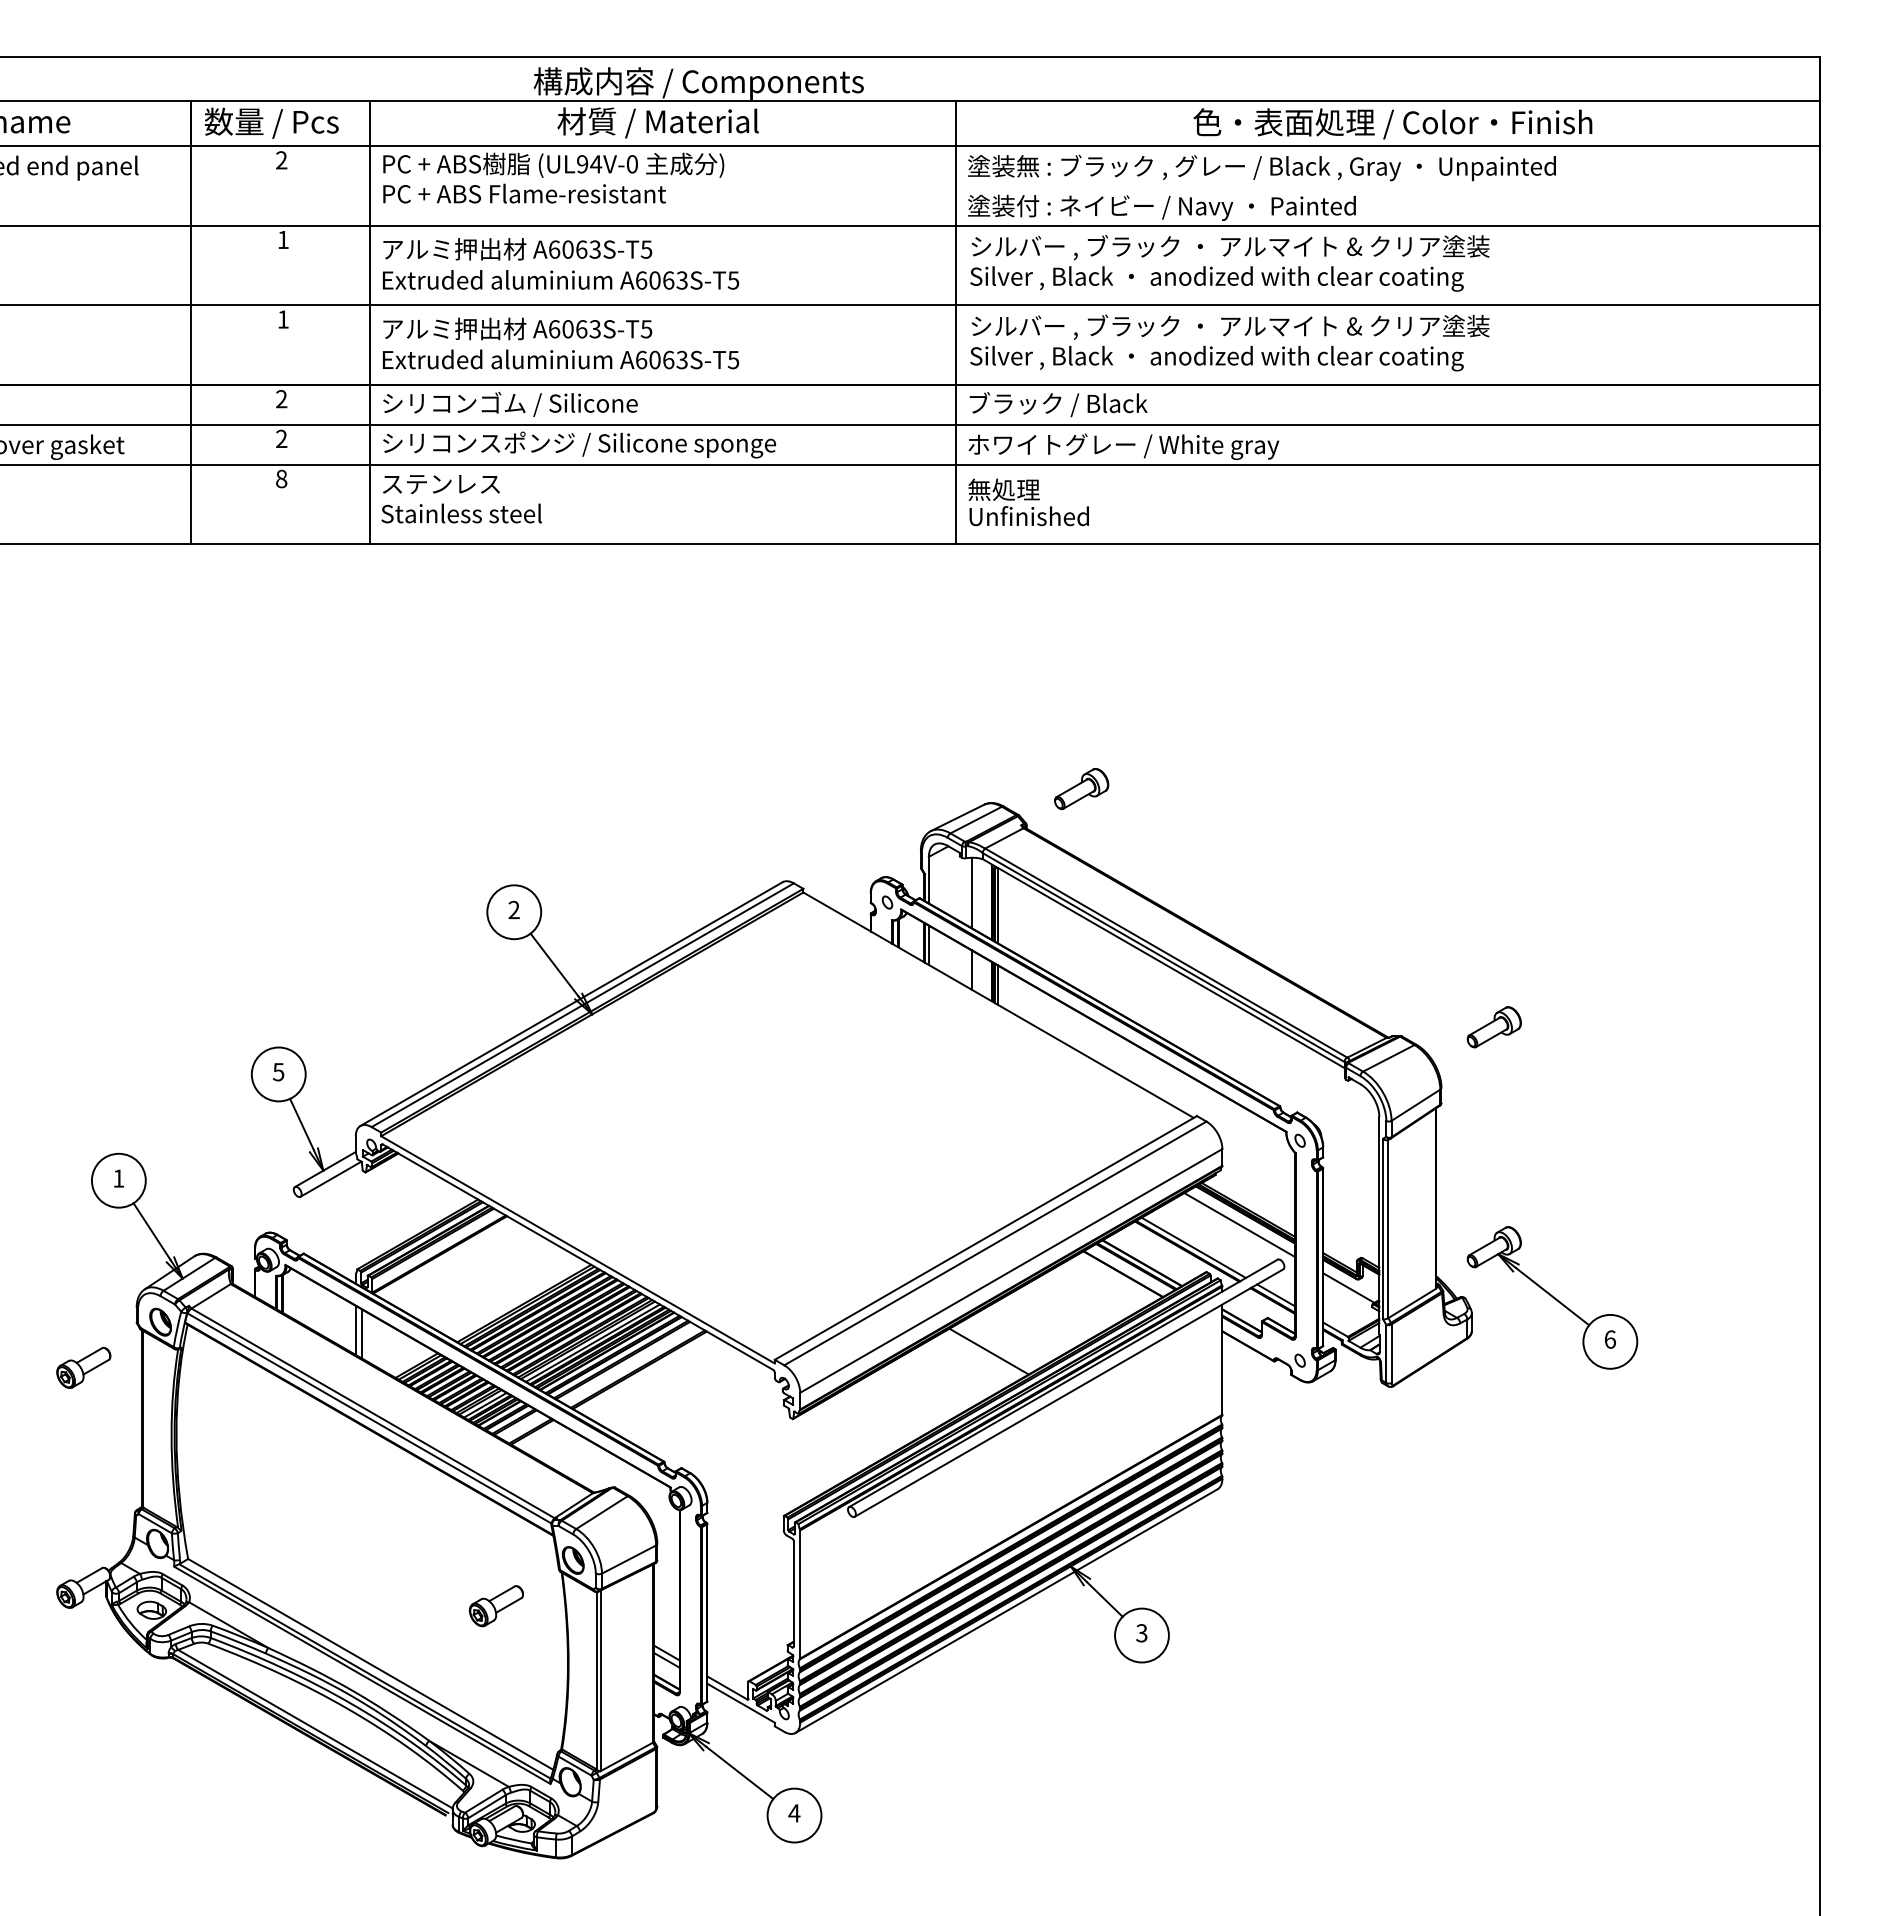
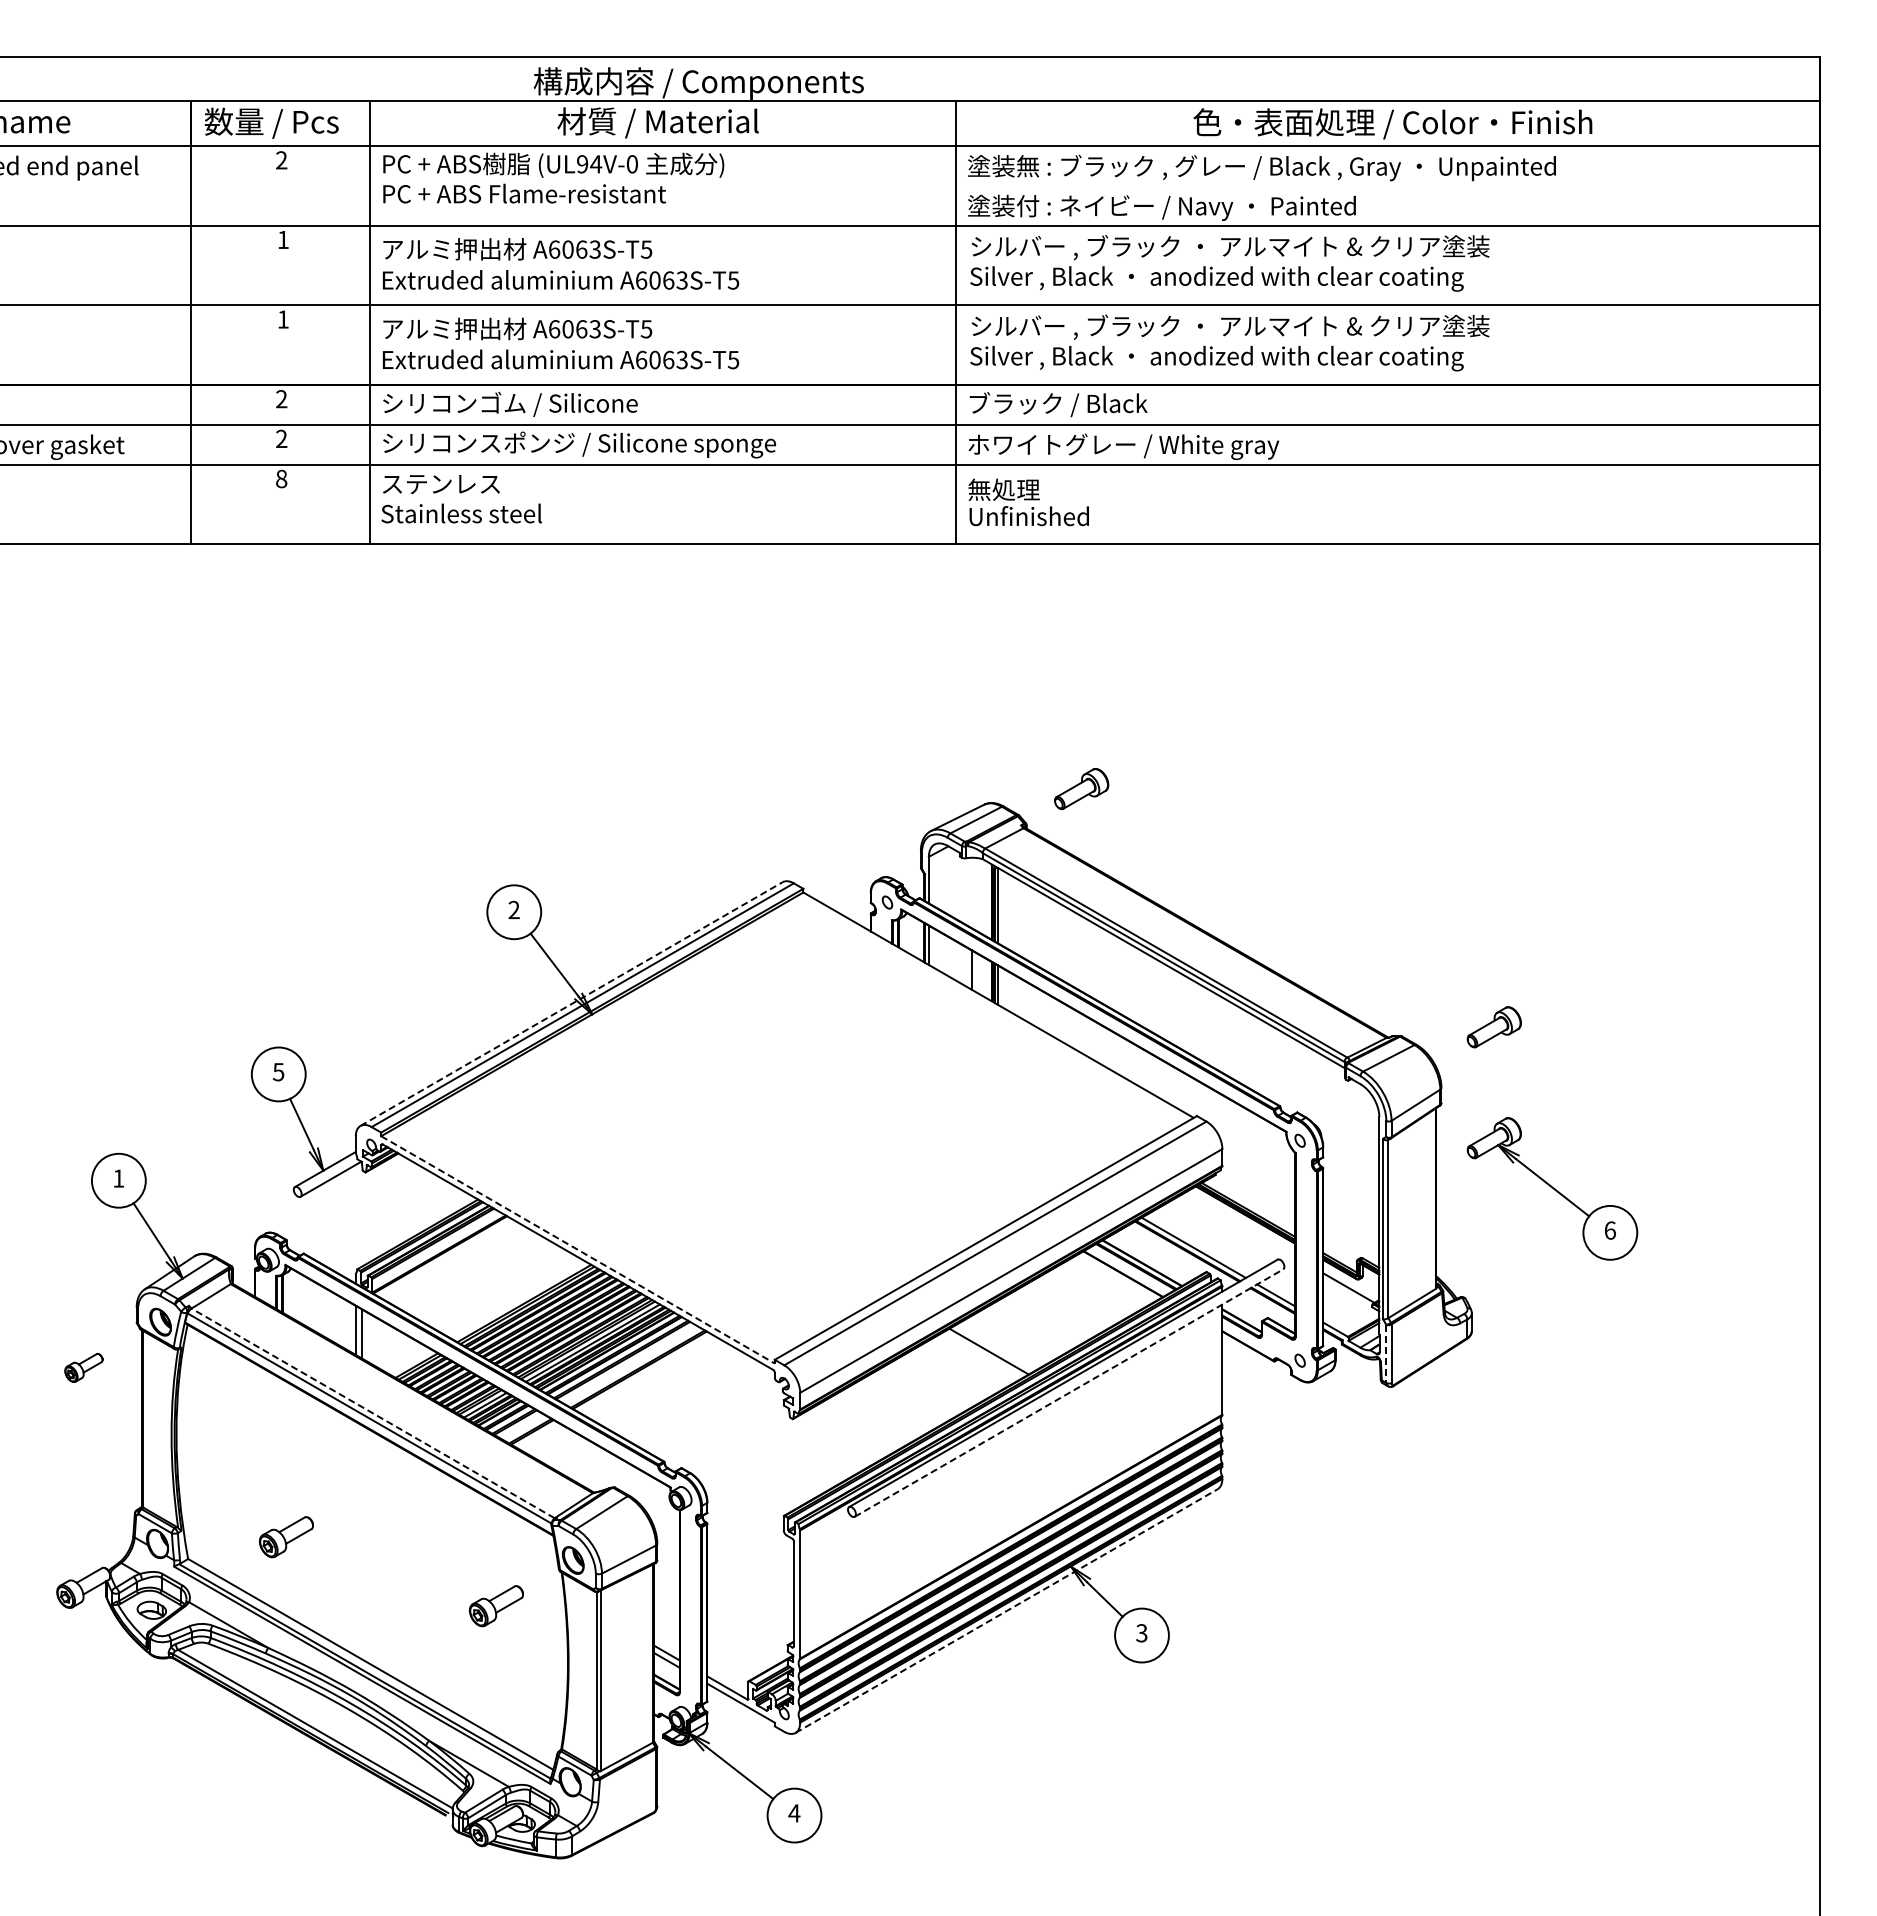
line at (971, 892): present -> none
line at (571, 1004): solid -> dashed
line at (1239, 1225): present -> none
line at (578, 1250): solid -> dashed
part at (1552, 1297) position: (1552, 1297) -> (1552, 1188)
line at (1386, 1354): solid -> dashed
part at (83, 1367) size: 56x42 px -> 40x31 px
line at (1069, 1392): solid -> dashed
line at (373, 1413): solid -> dashed
part at (286, 1537): none -> present
line at (1006, 1611): solid -> dashed
